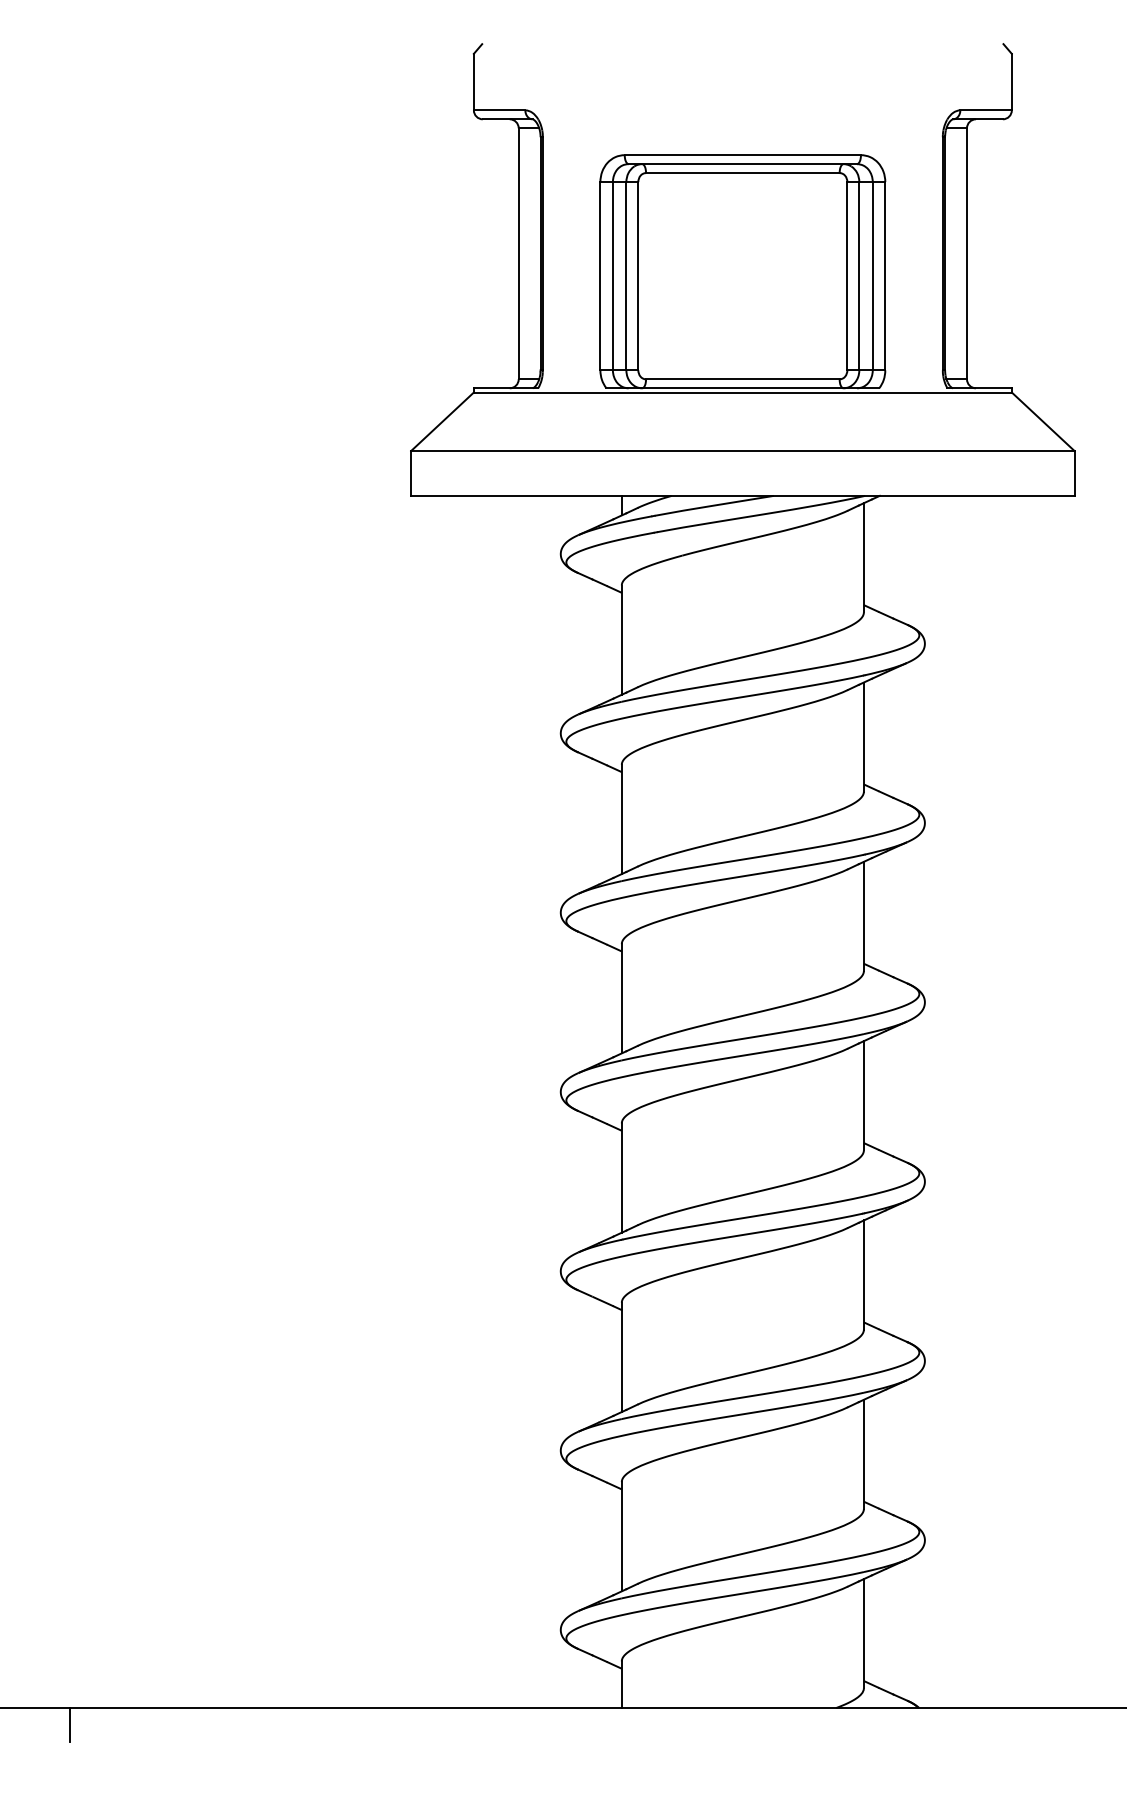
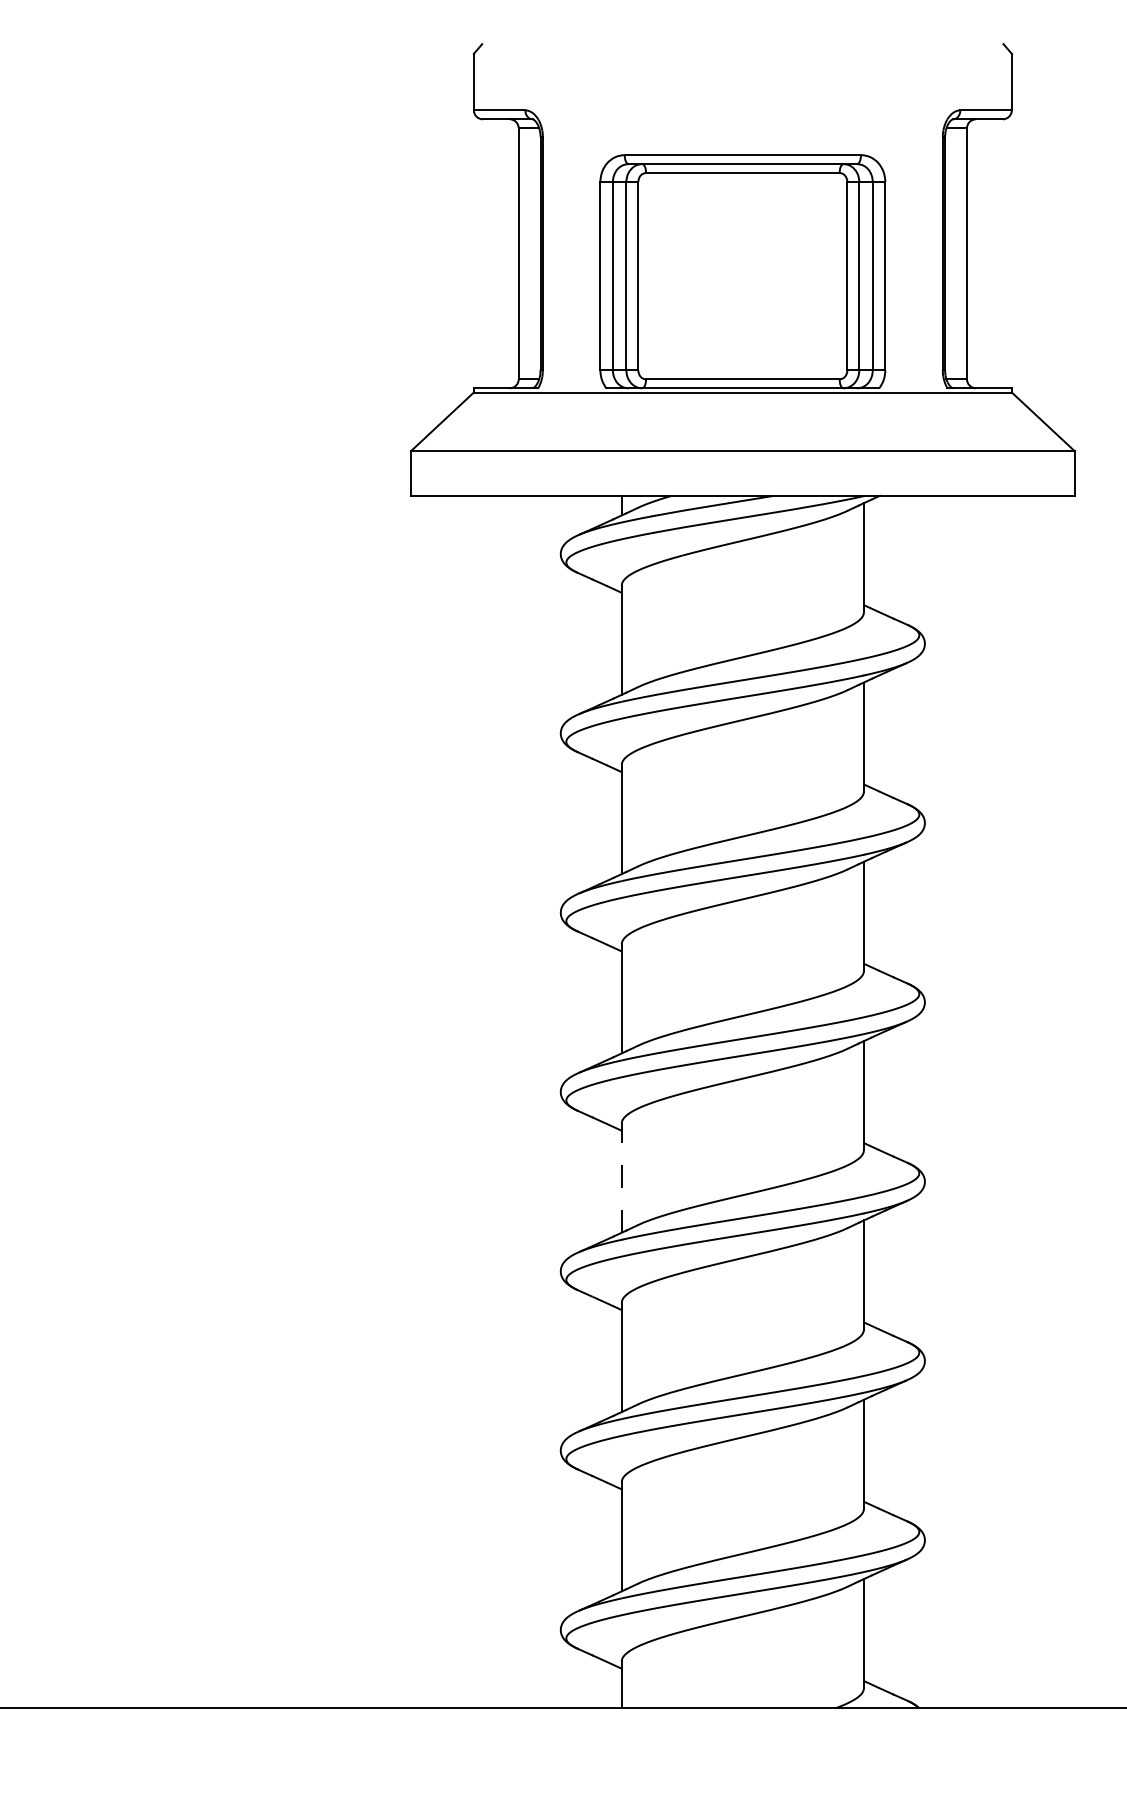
line at (621, 1178): solid -> dashed
line at (70, 1725): present -> none
